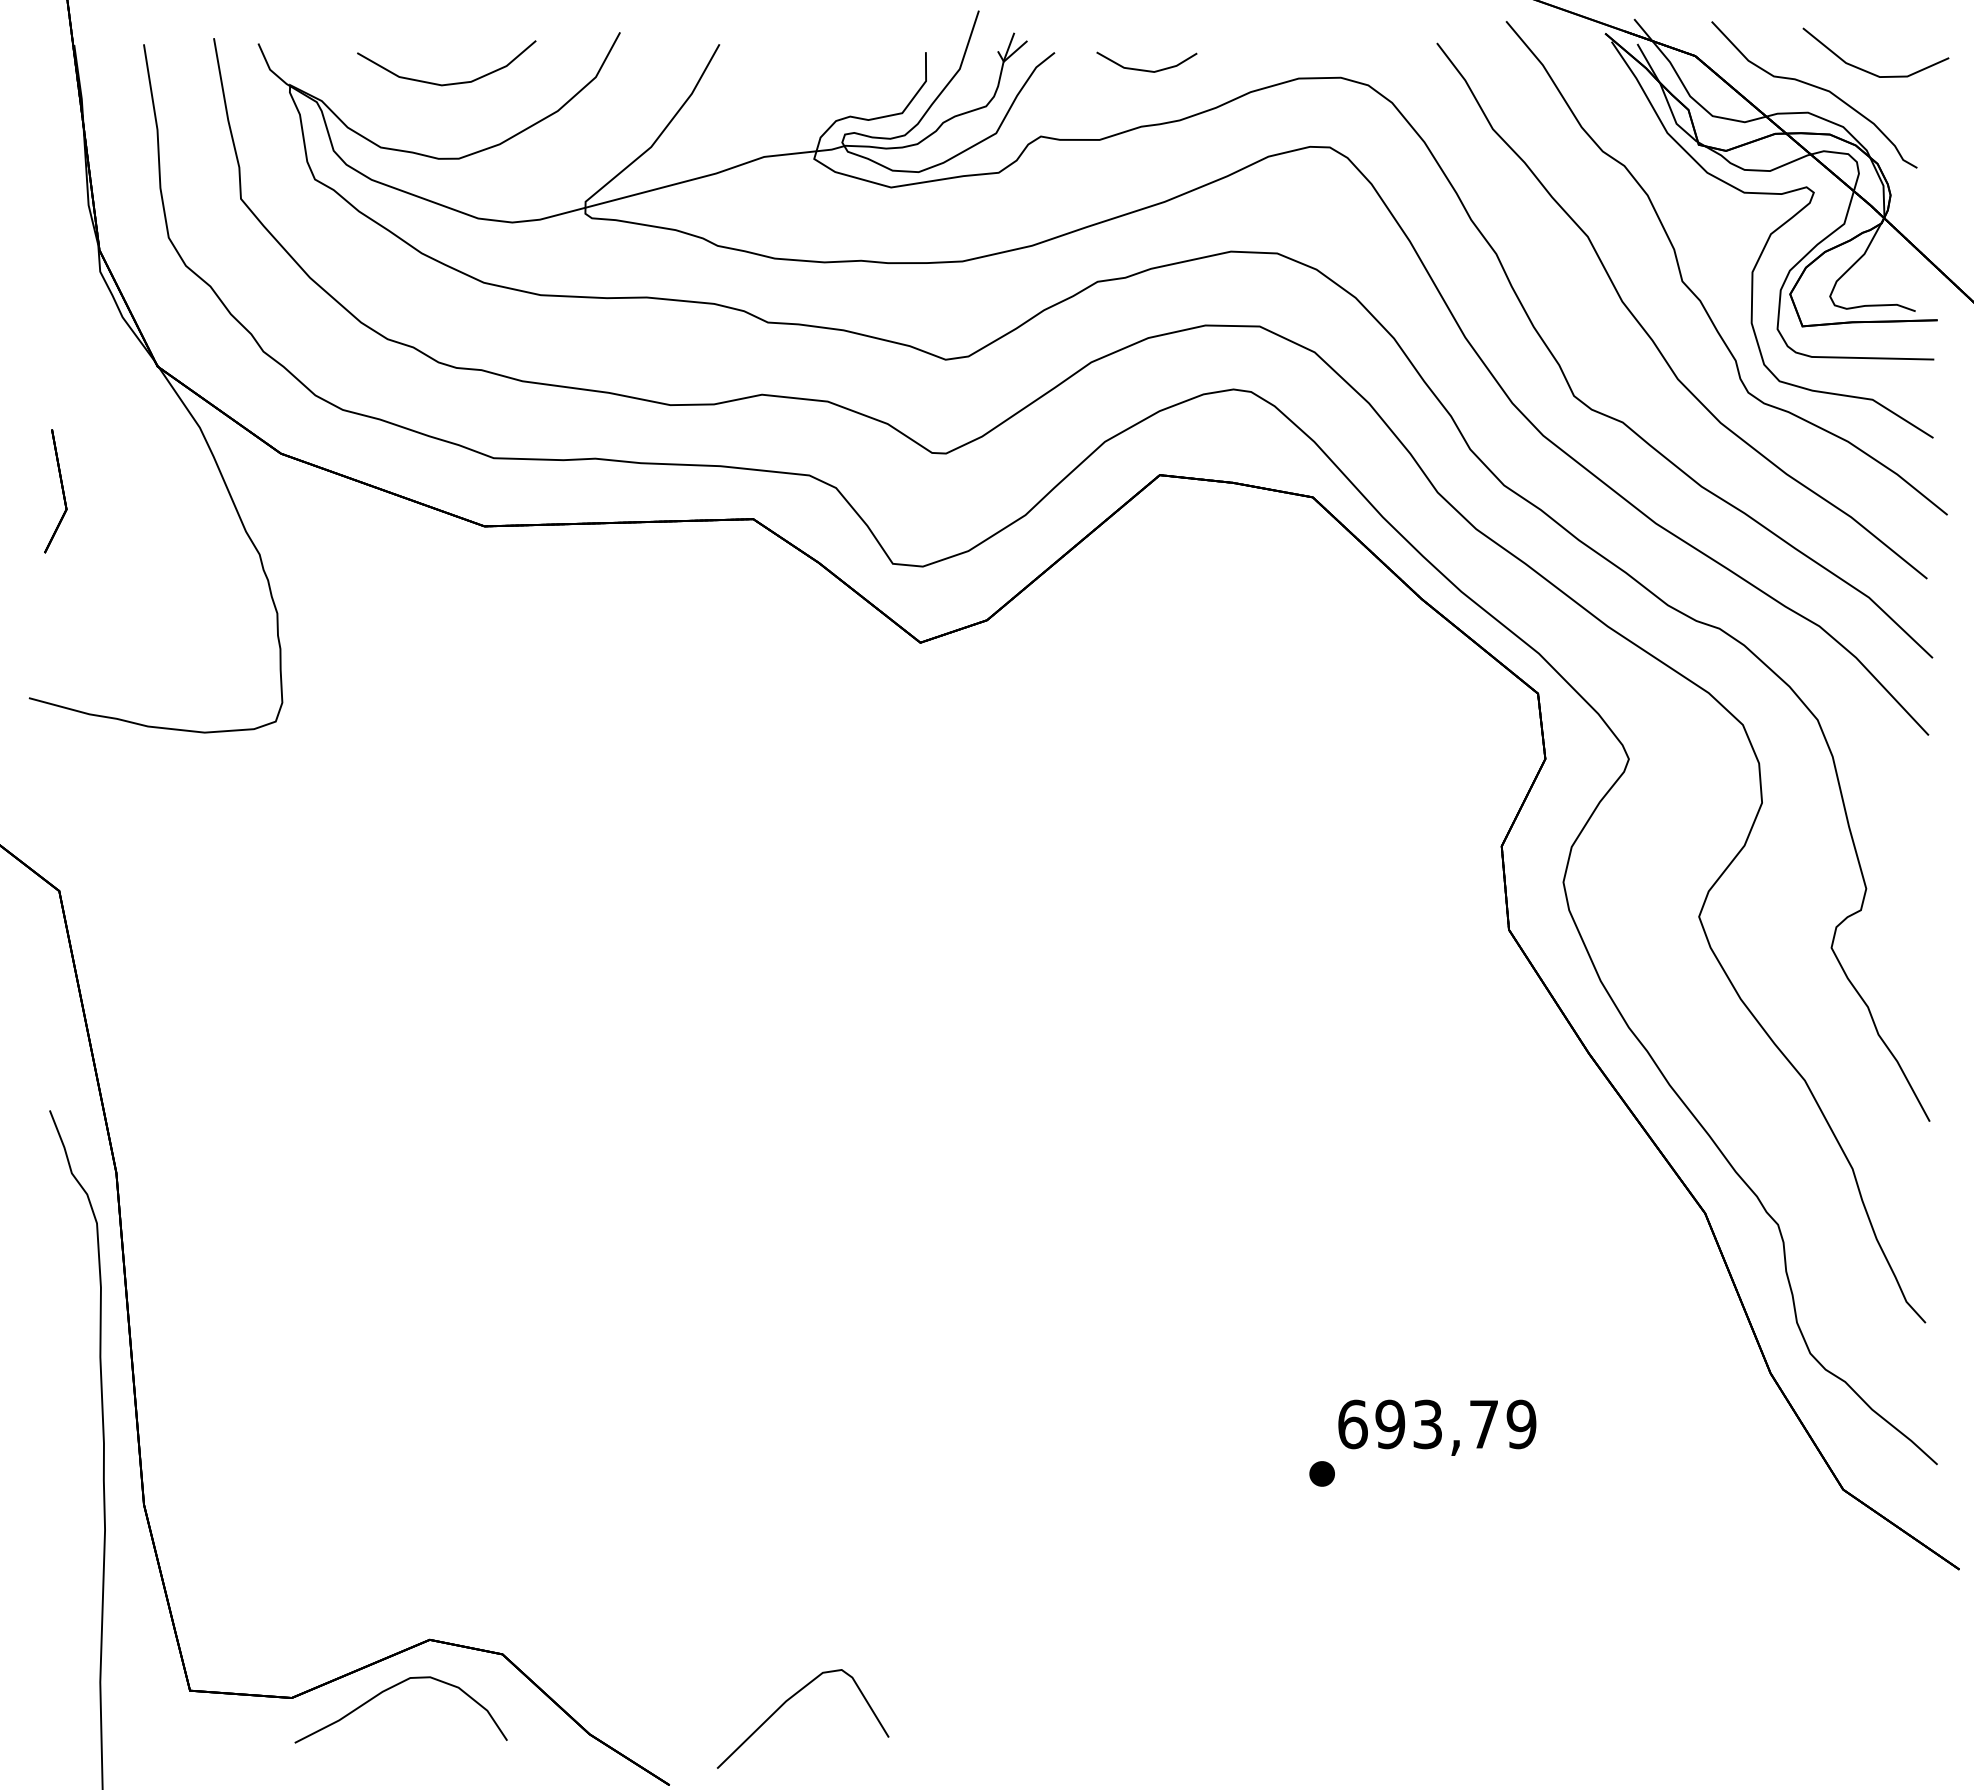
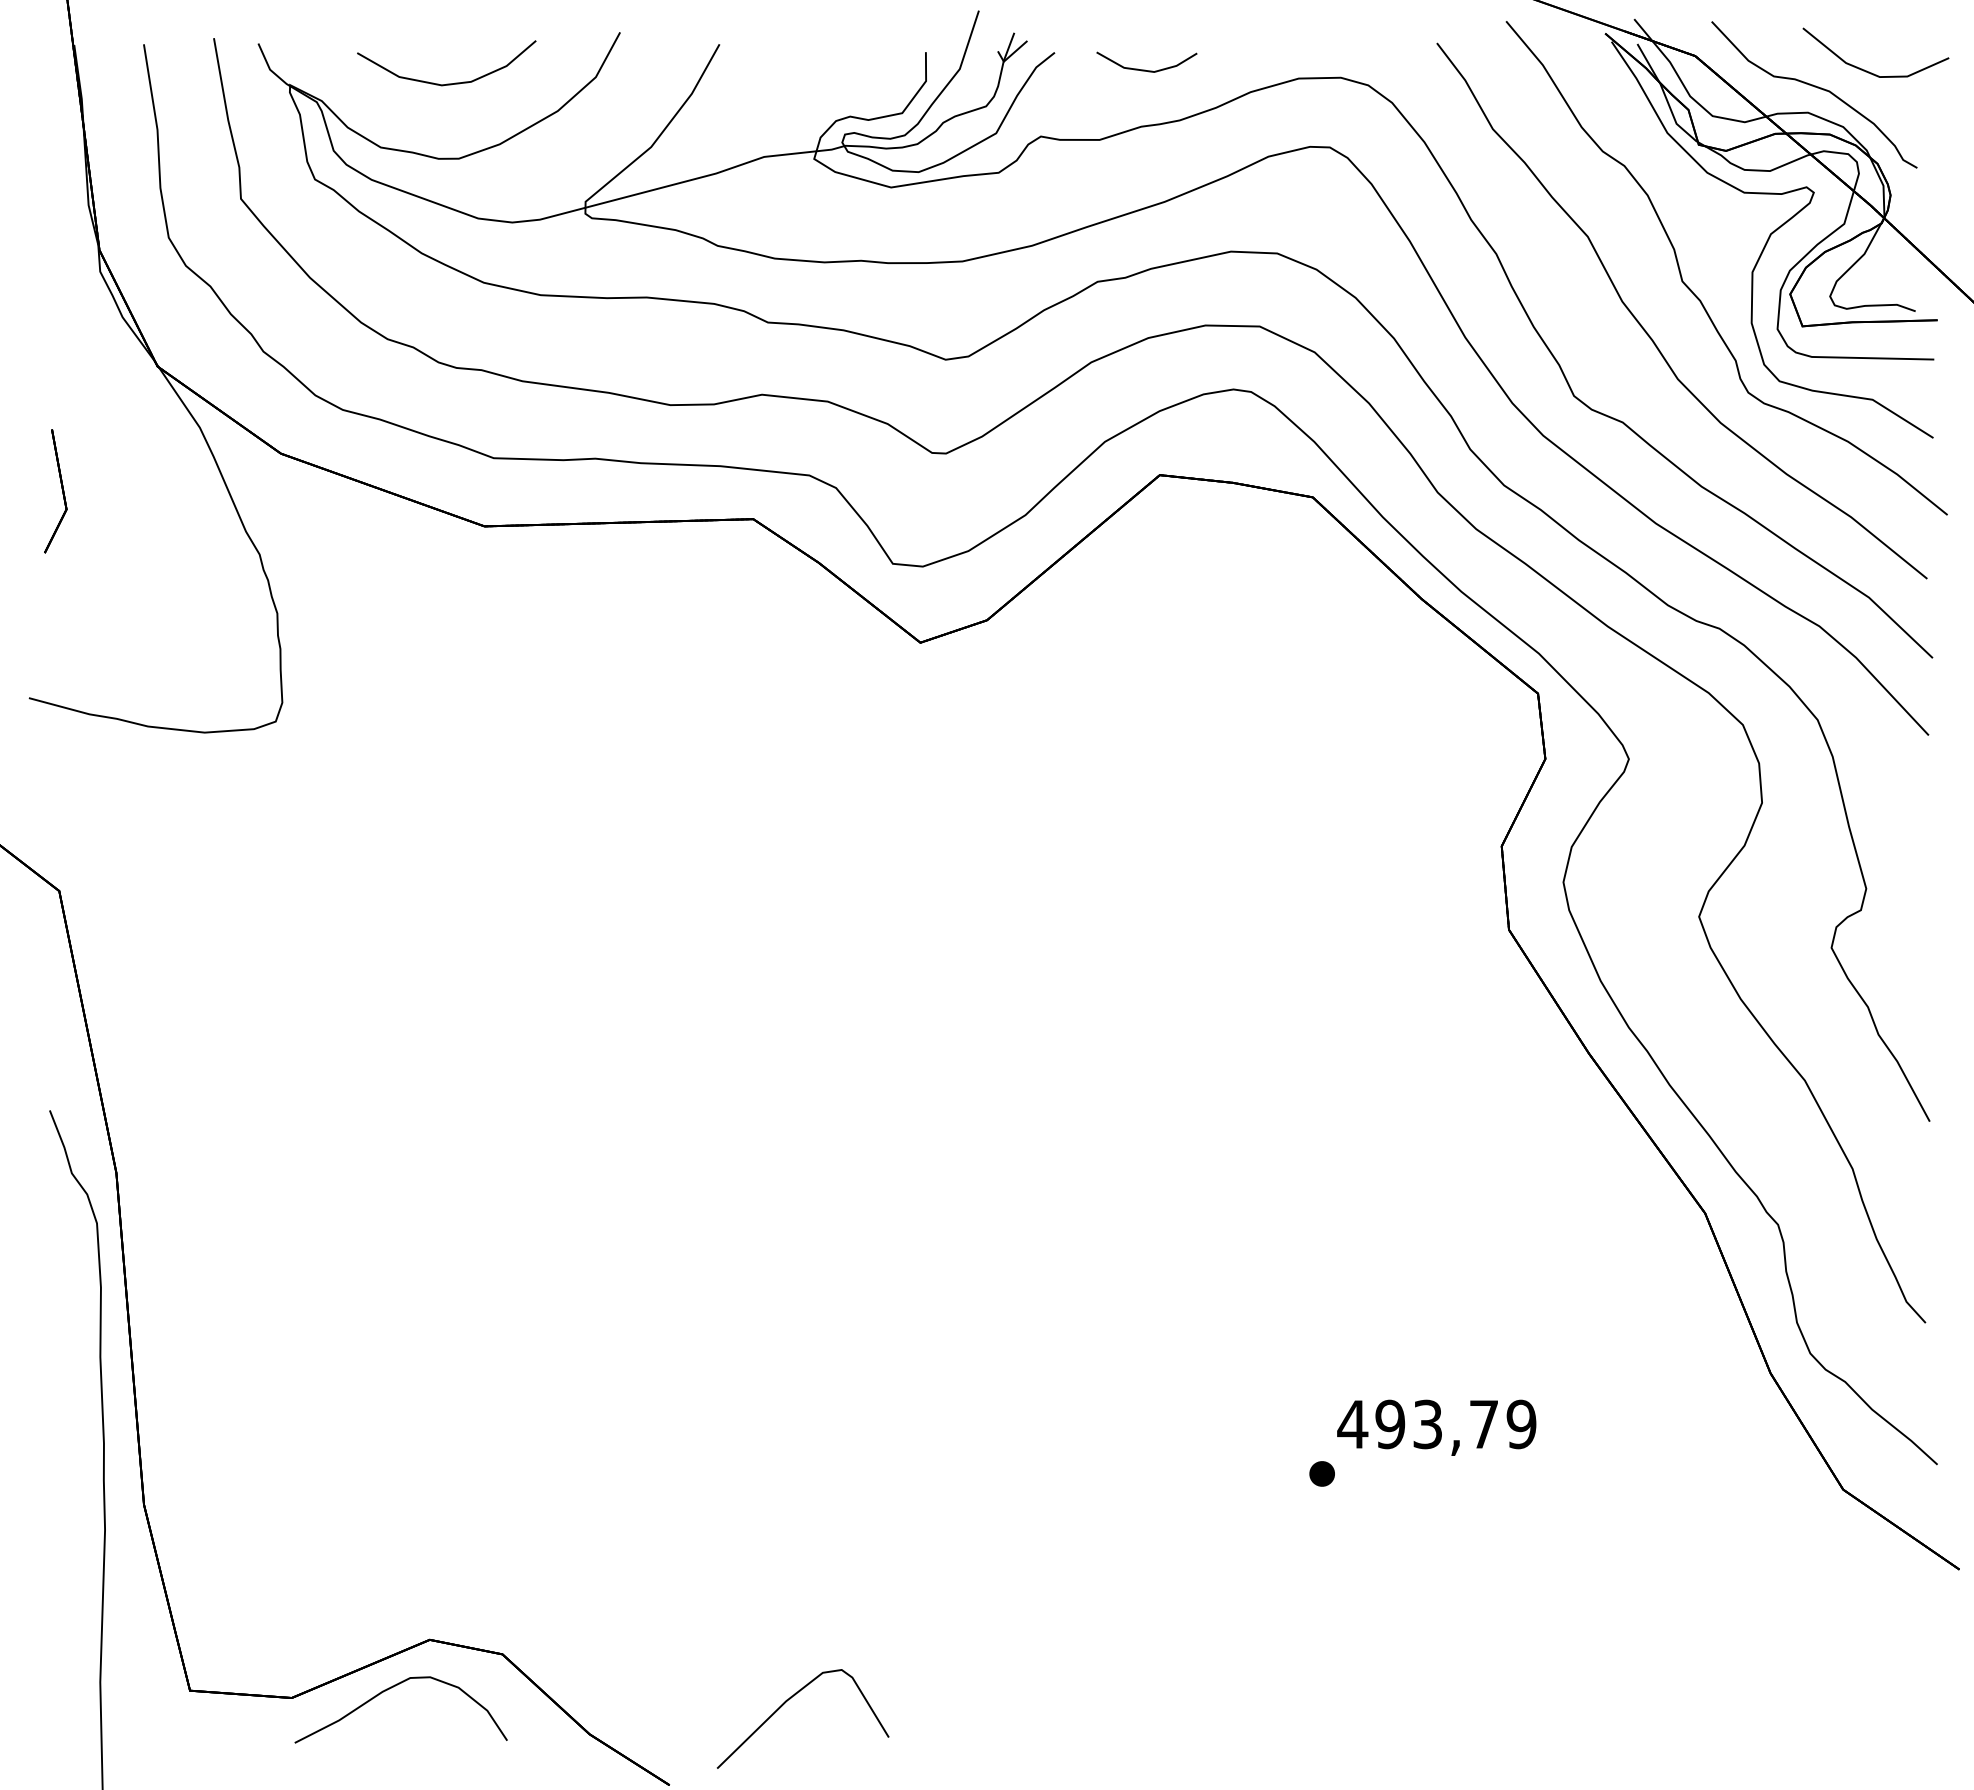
text at (1352, 1424): 693,79 -> 493,79
